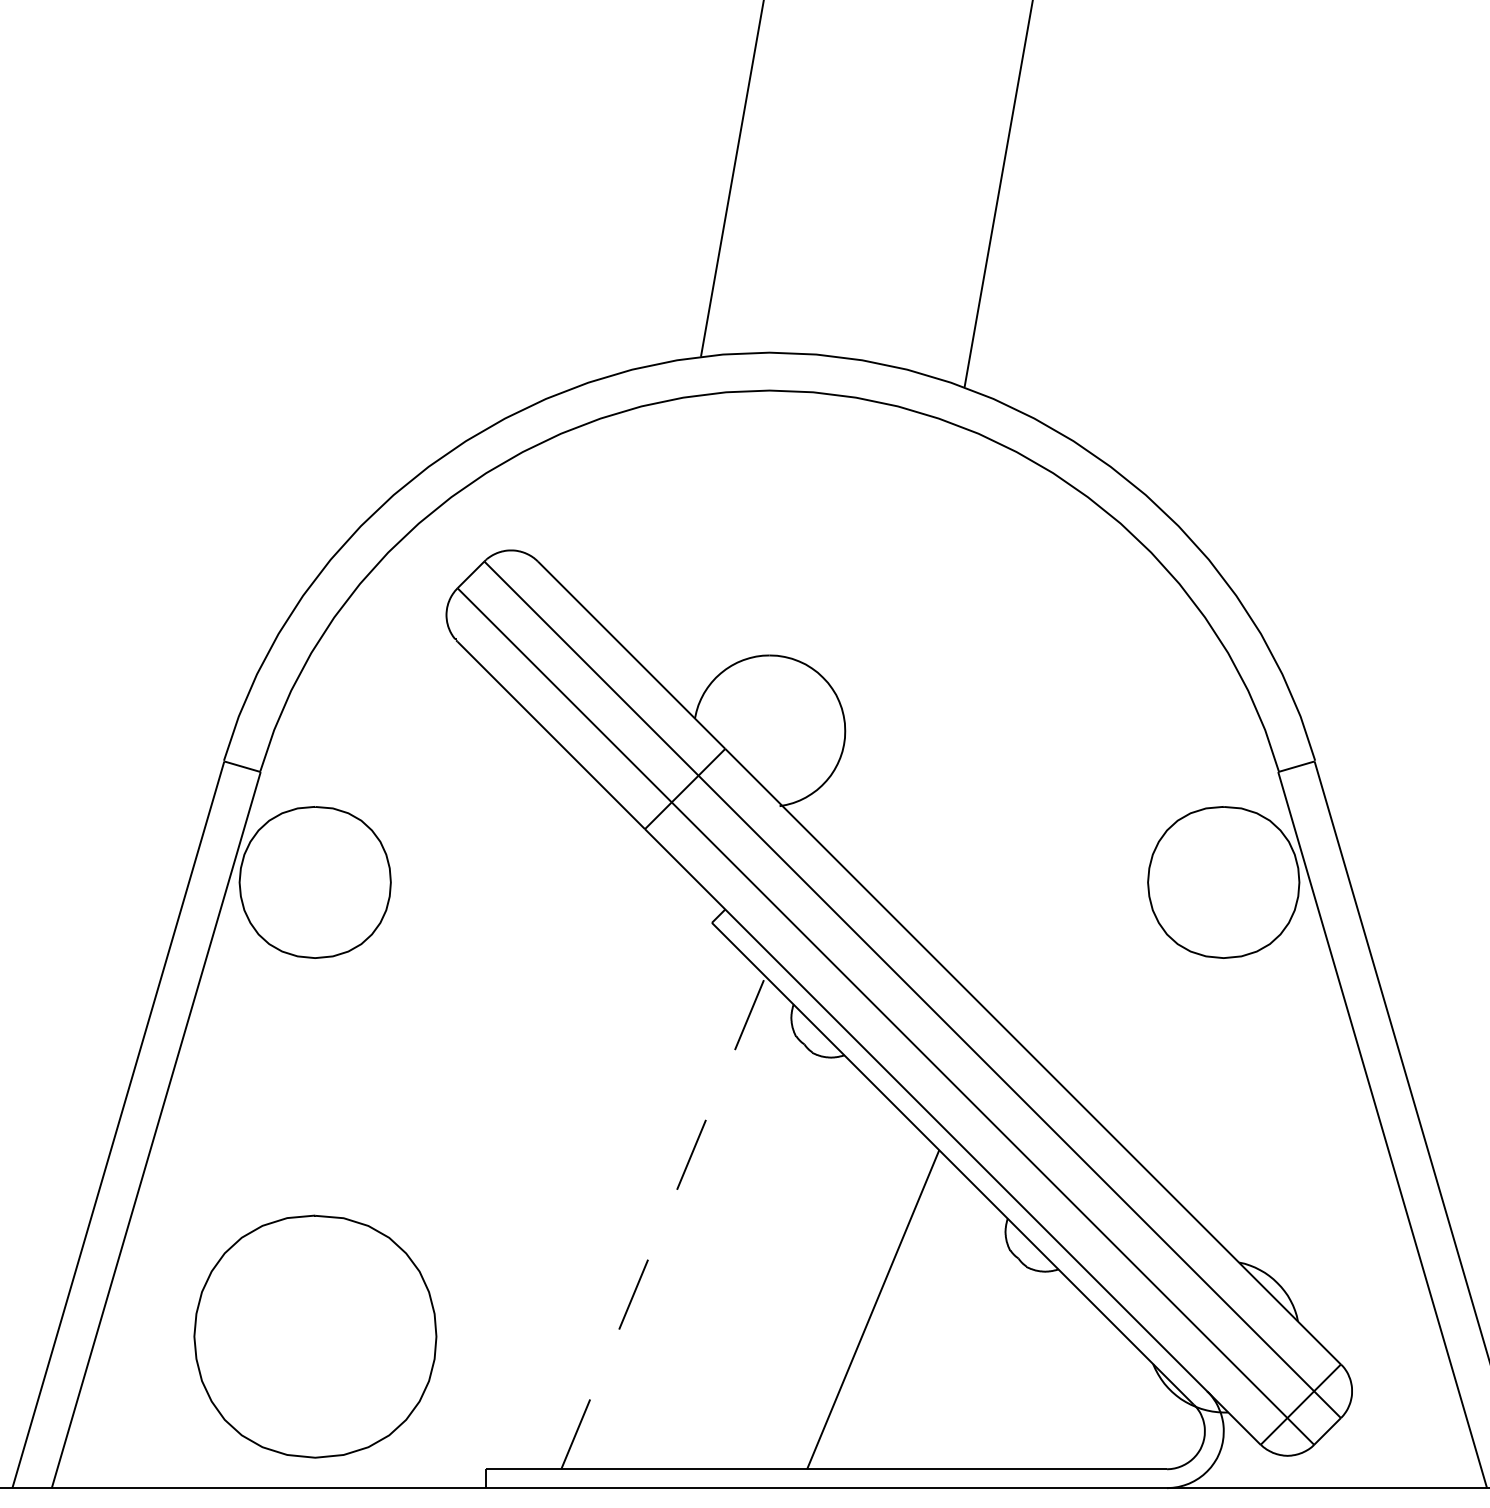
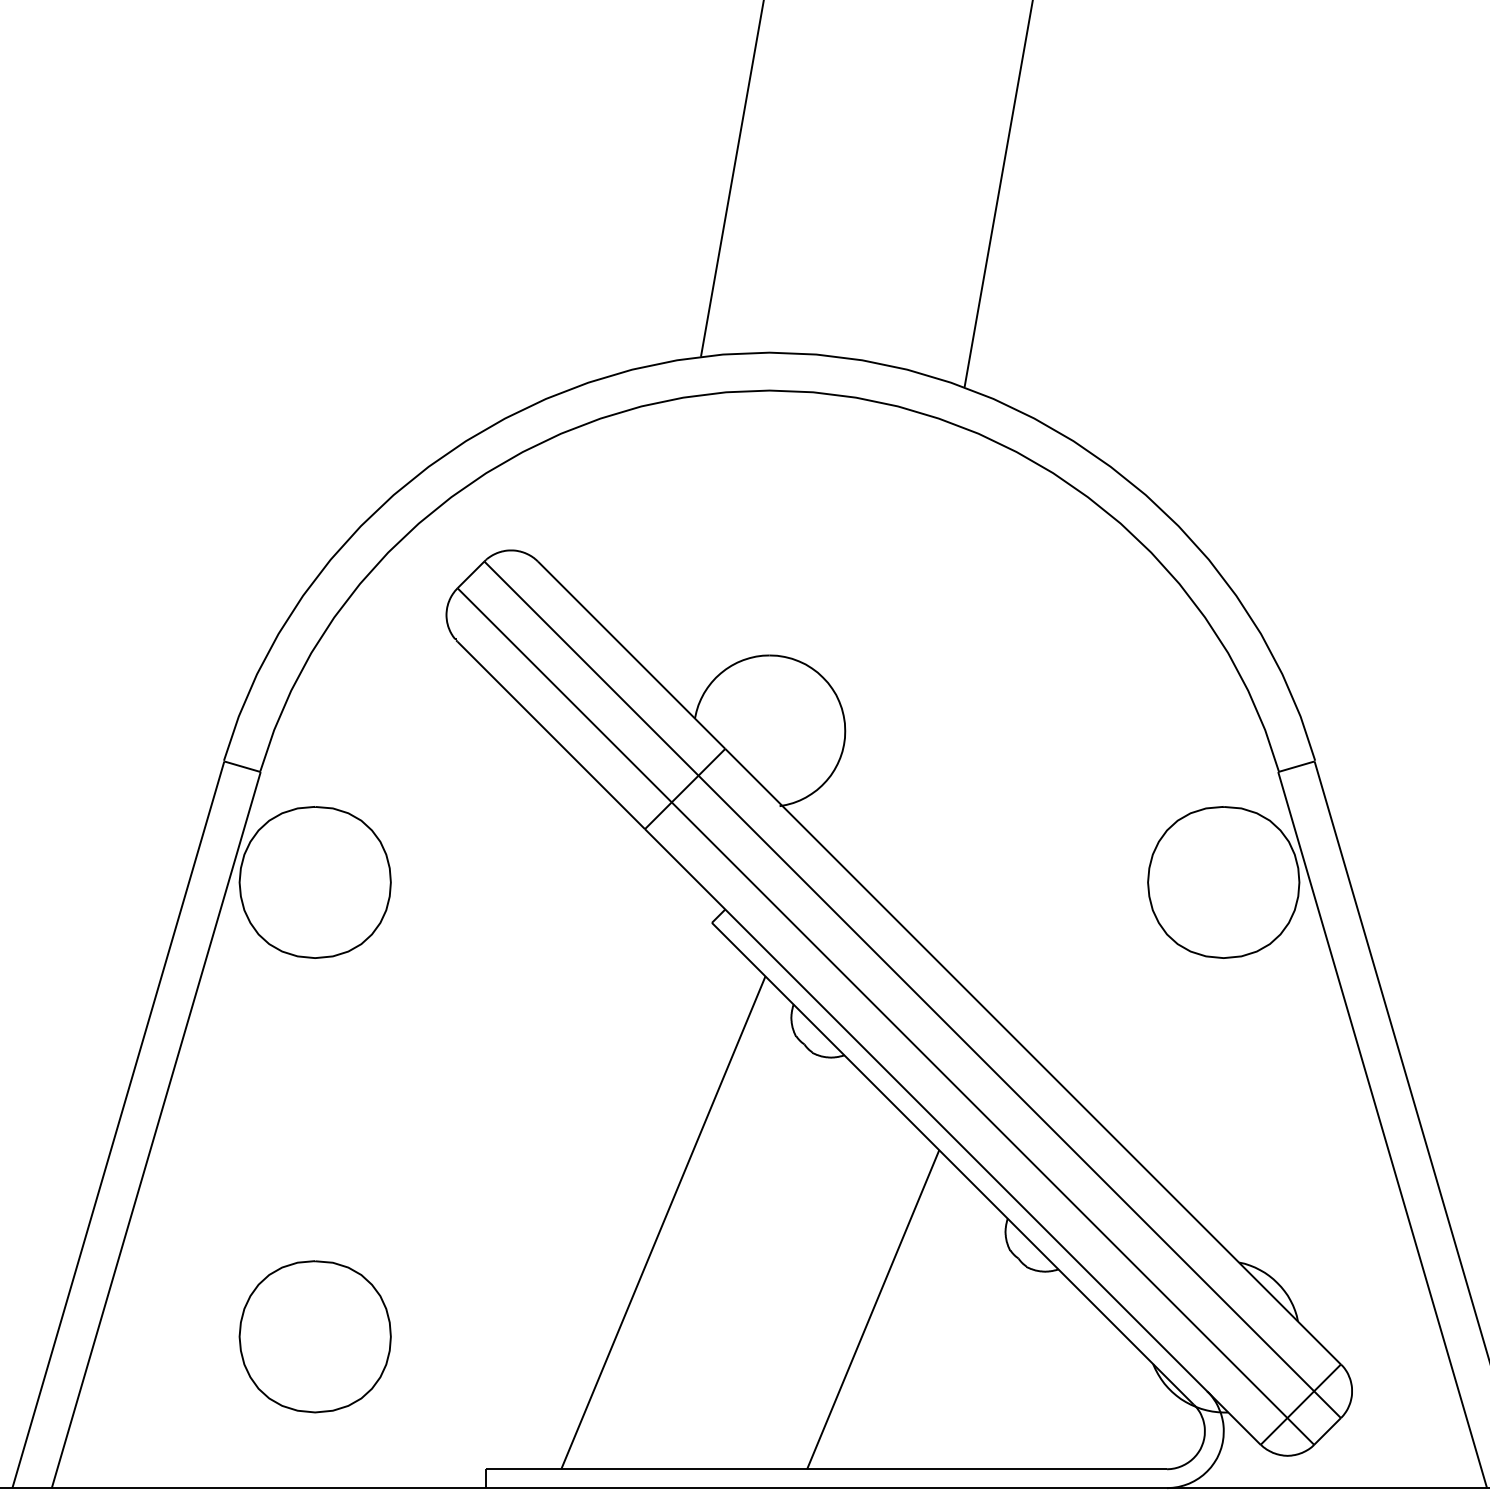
line at (663, 1222): dashed -> solid
part at (315, 1336) size: 245x245 px -> 154x154 px
